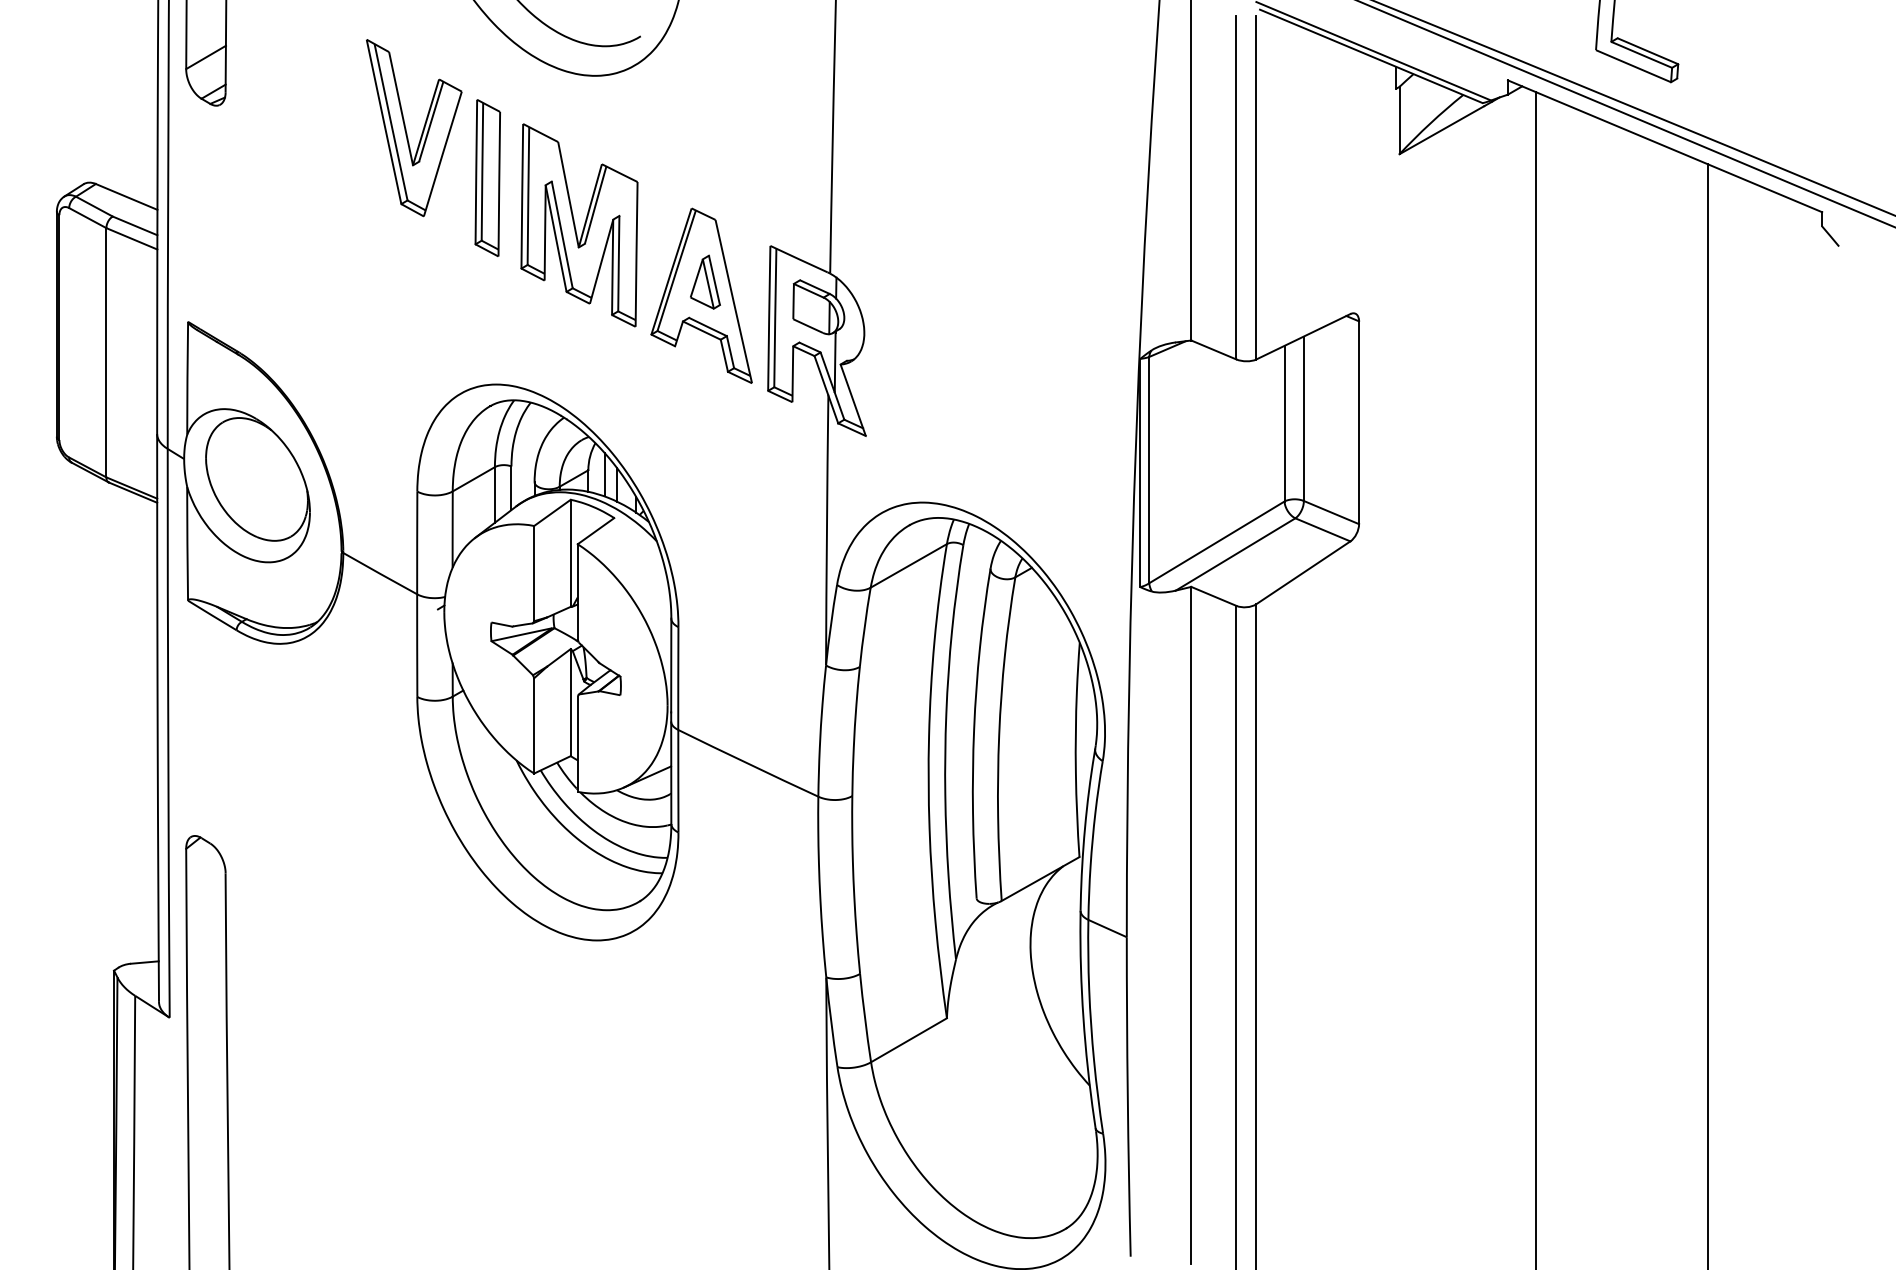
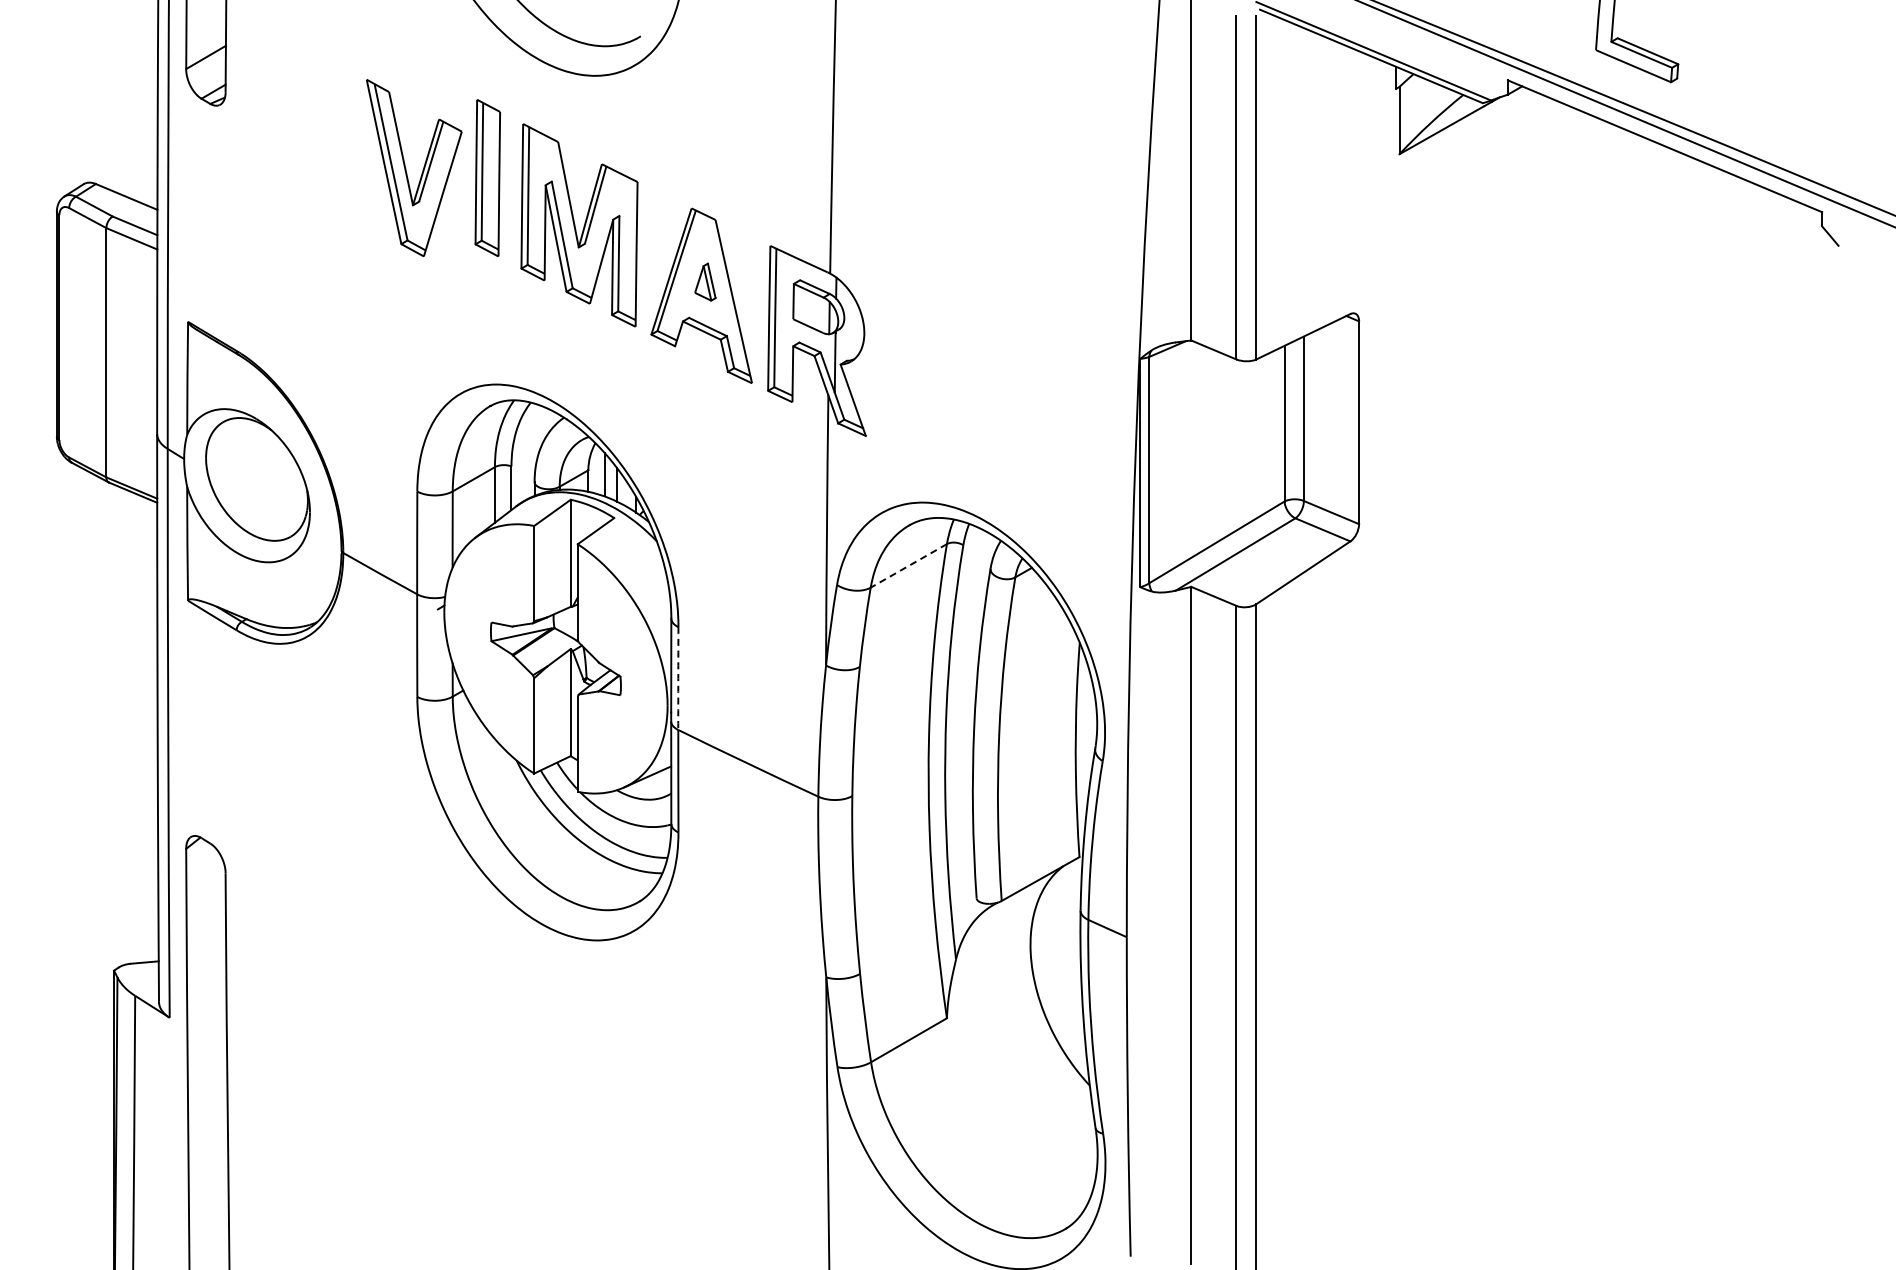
part at (406, 128) position: (406, 128) -> (406, 168)
part at (705, 281) size: 31x56 px -> 23x40 px
line at (908, 565): solid -> dashed
arc at (678, 678): solid -> dashed
line at (1536, 679): present -> none
line at (1708, 715): present -> none
